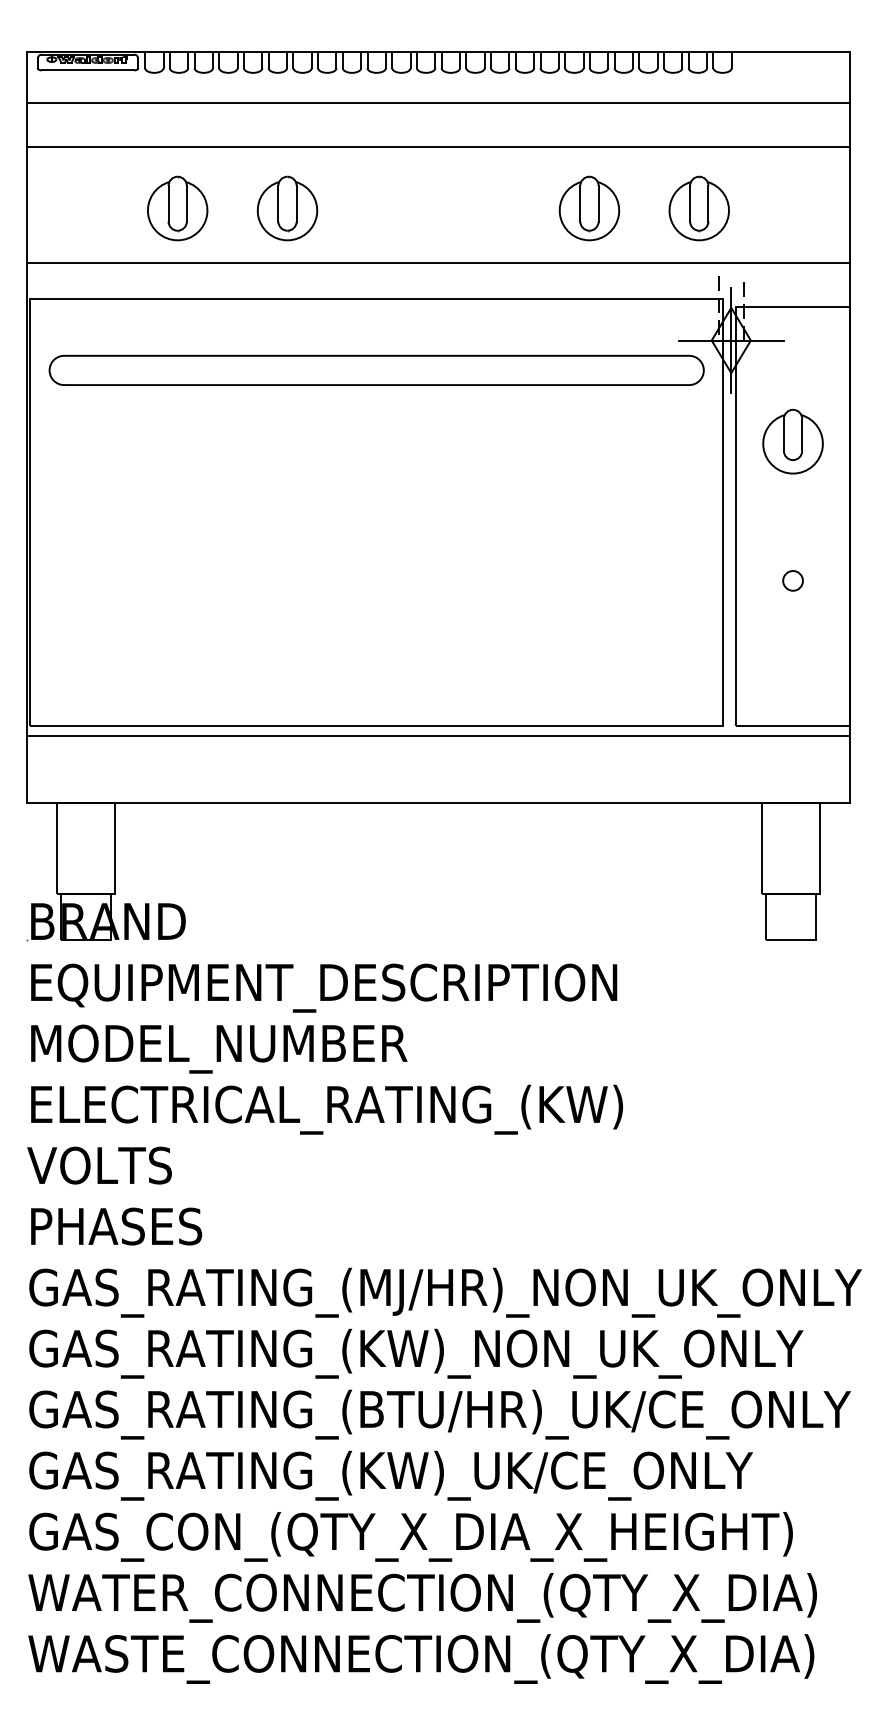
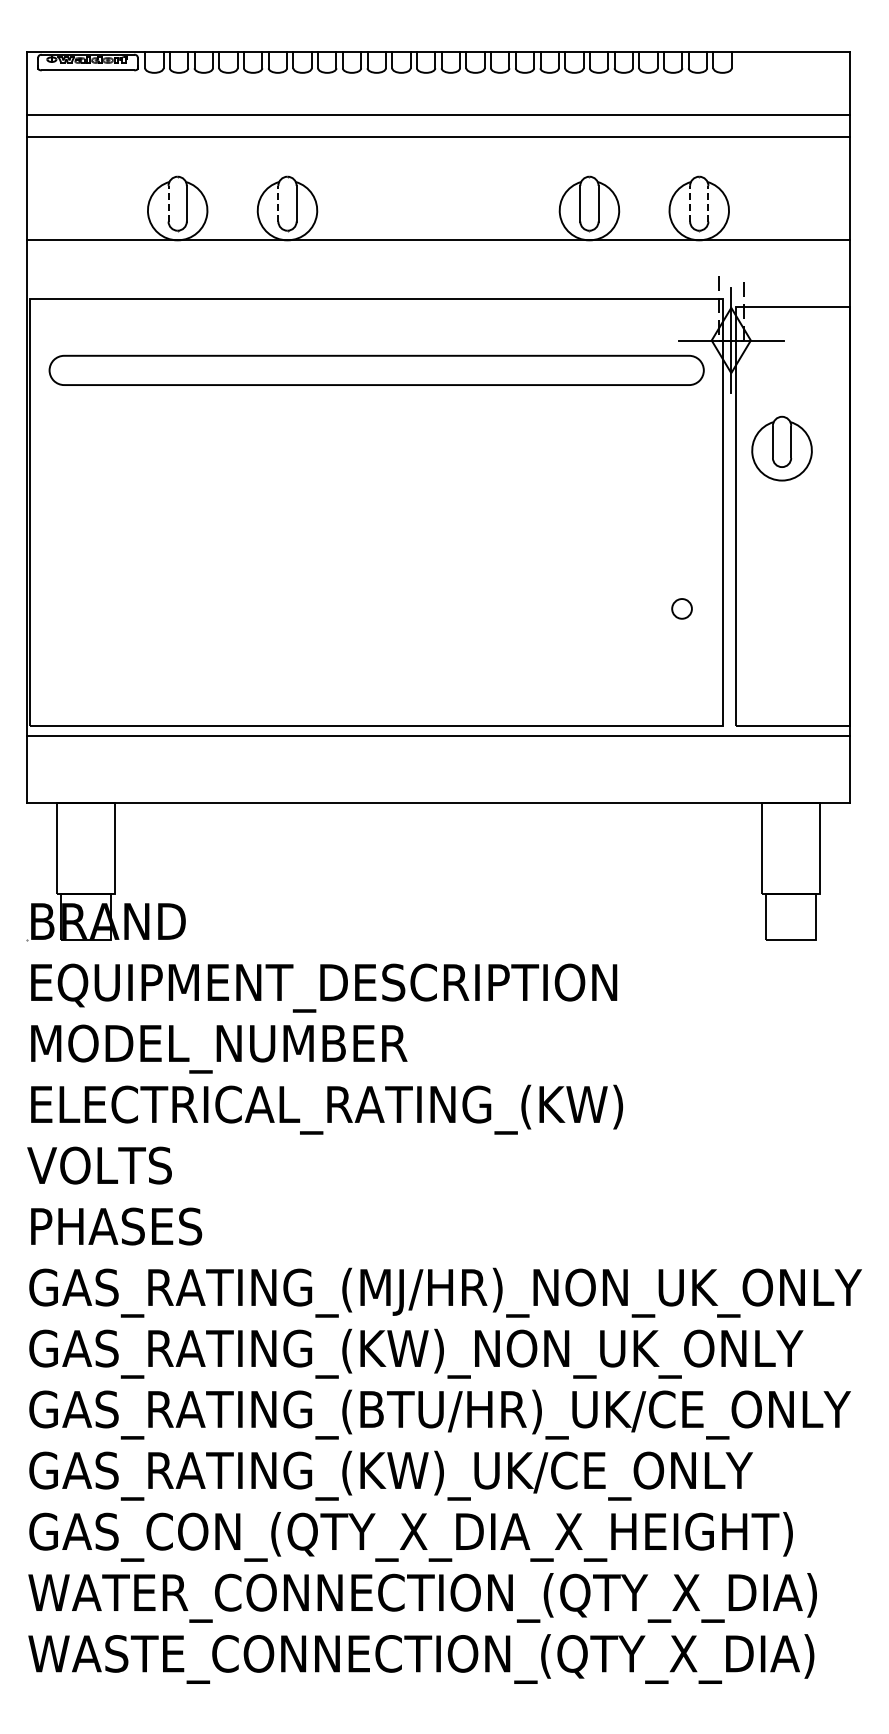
line at (438, 102) position: (438, 102) -> (438, 114)
line at (438, 147) position: (438, 147) -> (438, 137)
line at (168, 203): solid -> dashed
line at (278, 203): solid -> dashed
line at (690, 203): solid -> dashed
line at (708, 203): solid -> dashed
line at (438, 262) position: (438, 262) -> (438, 239)
part at (792, 441) position: (792, 441) -> (781, 448)
circle at (792, 580) position: (792, 580) -> (681, 608)
